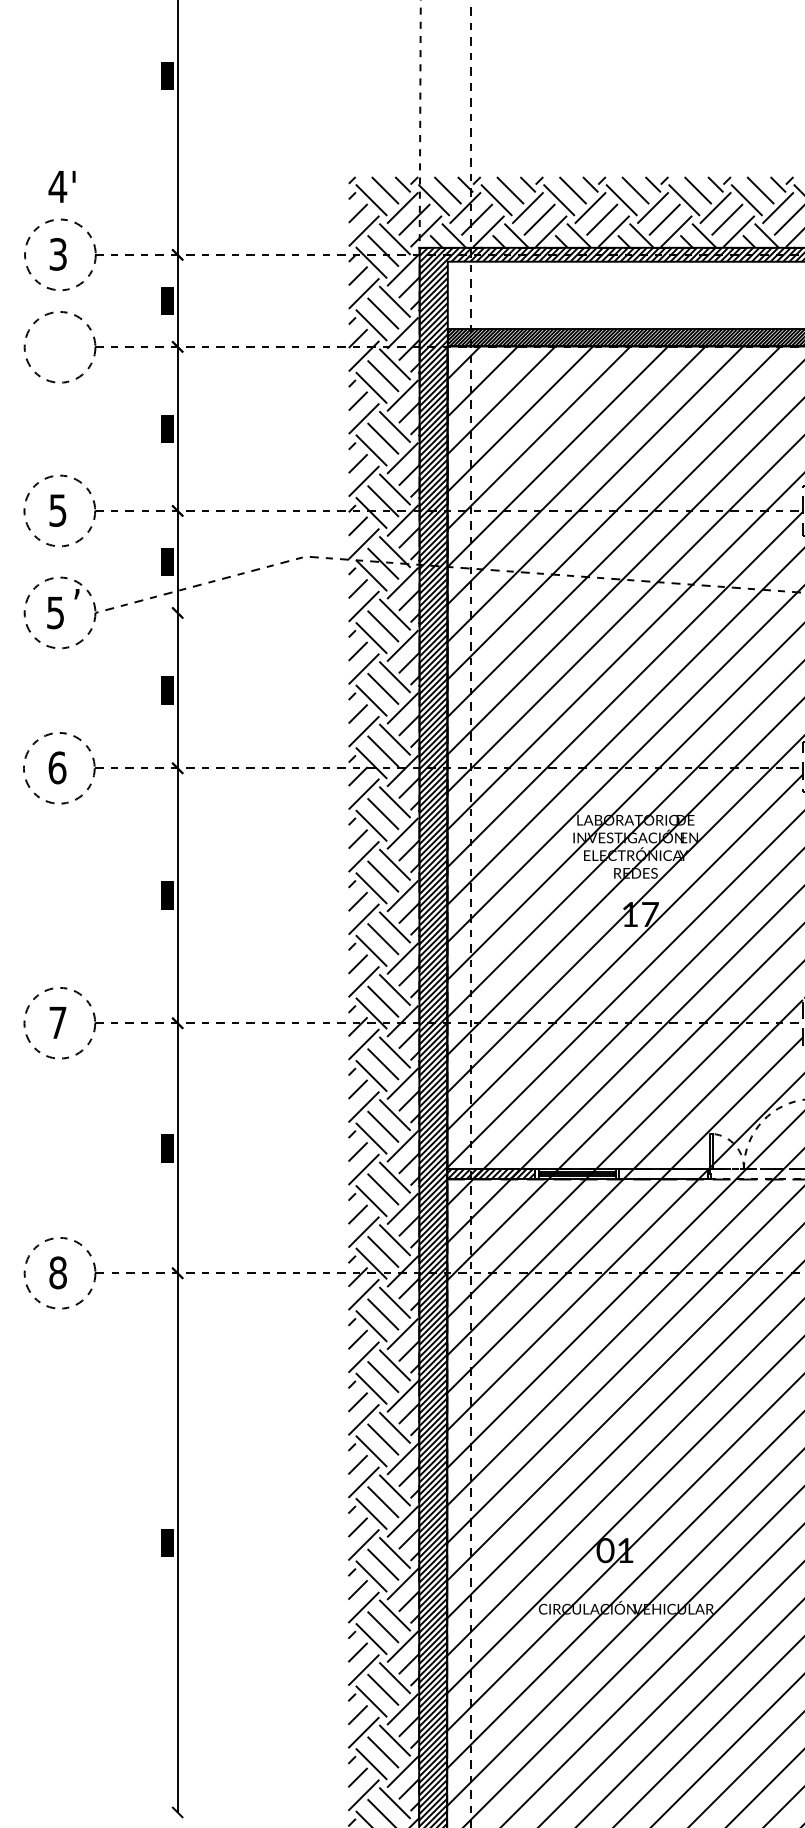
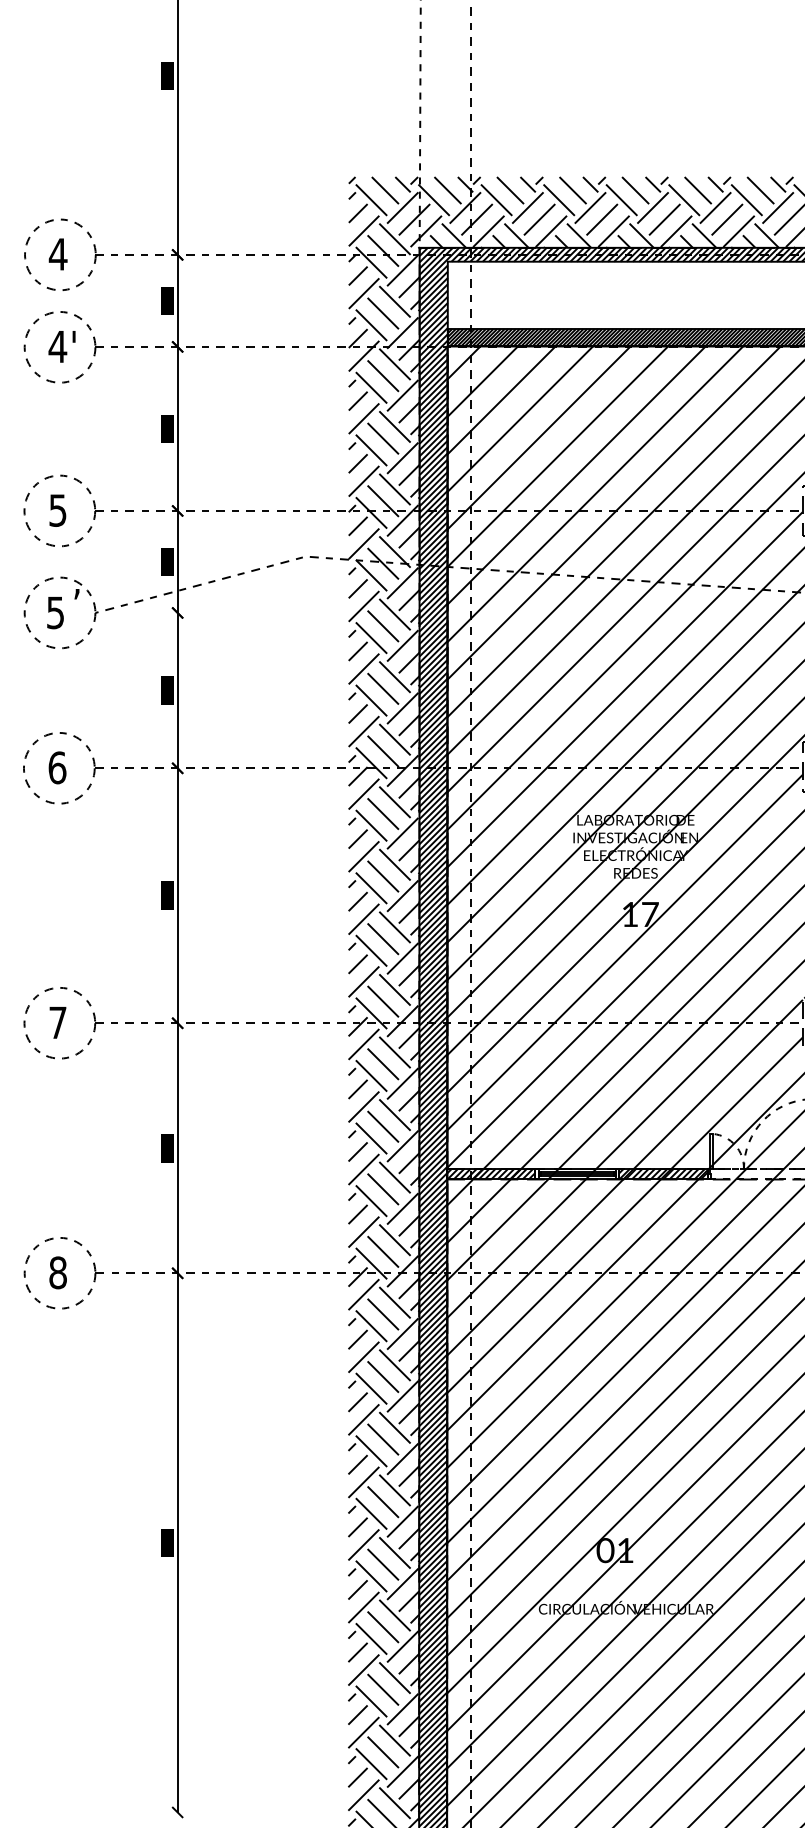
text at (61, 186) position: (61, 186) -> (61, 346)
text at (57, 254): 3 -> 4
hatch at (663, 1173): none -> present
